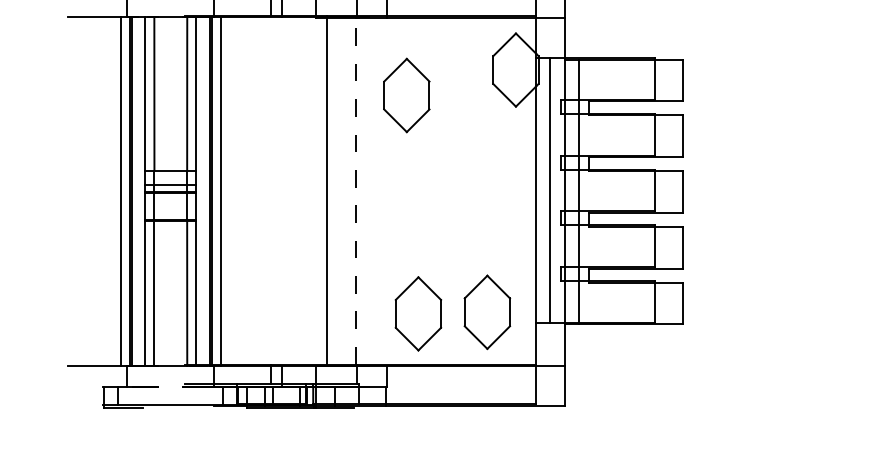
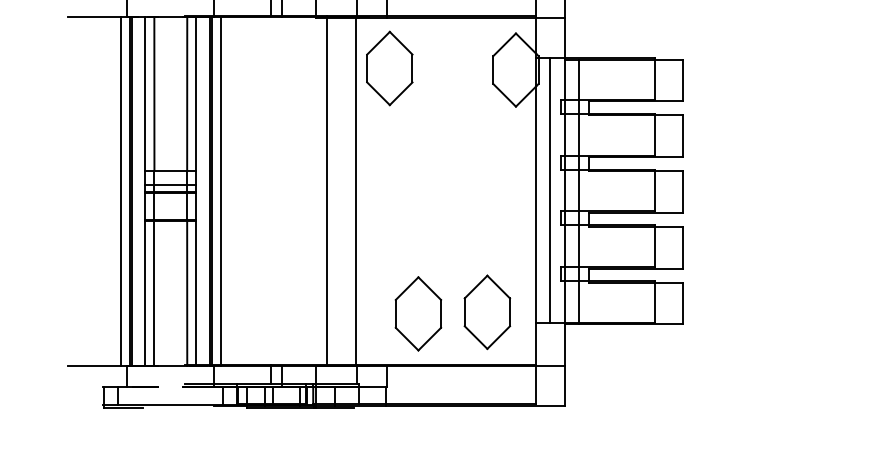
part at (406, 95) position: (406, 95) -> (389, 68)
line at (355, 190): dashed -> solid
